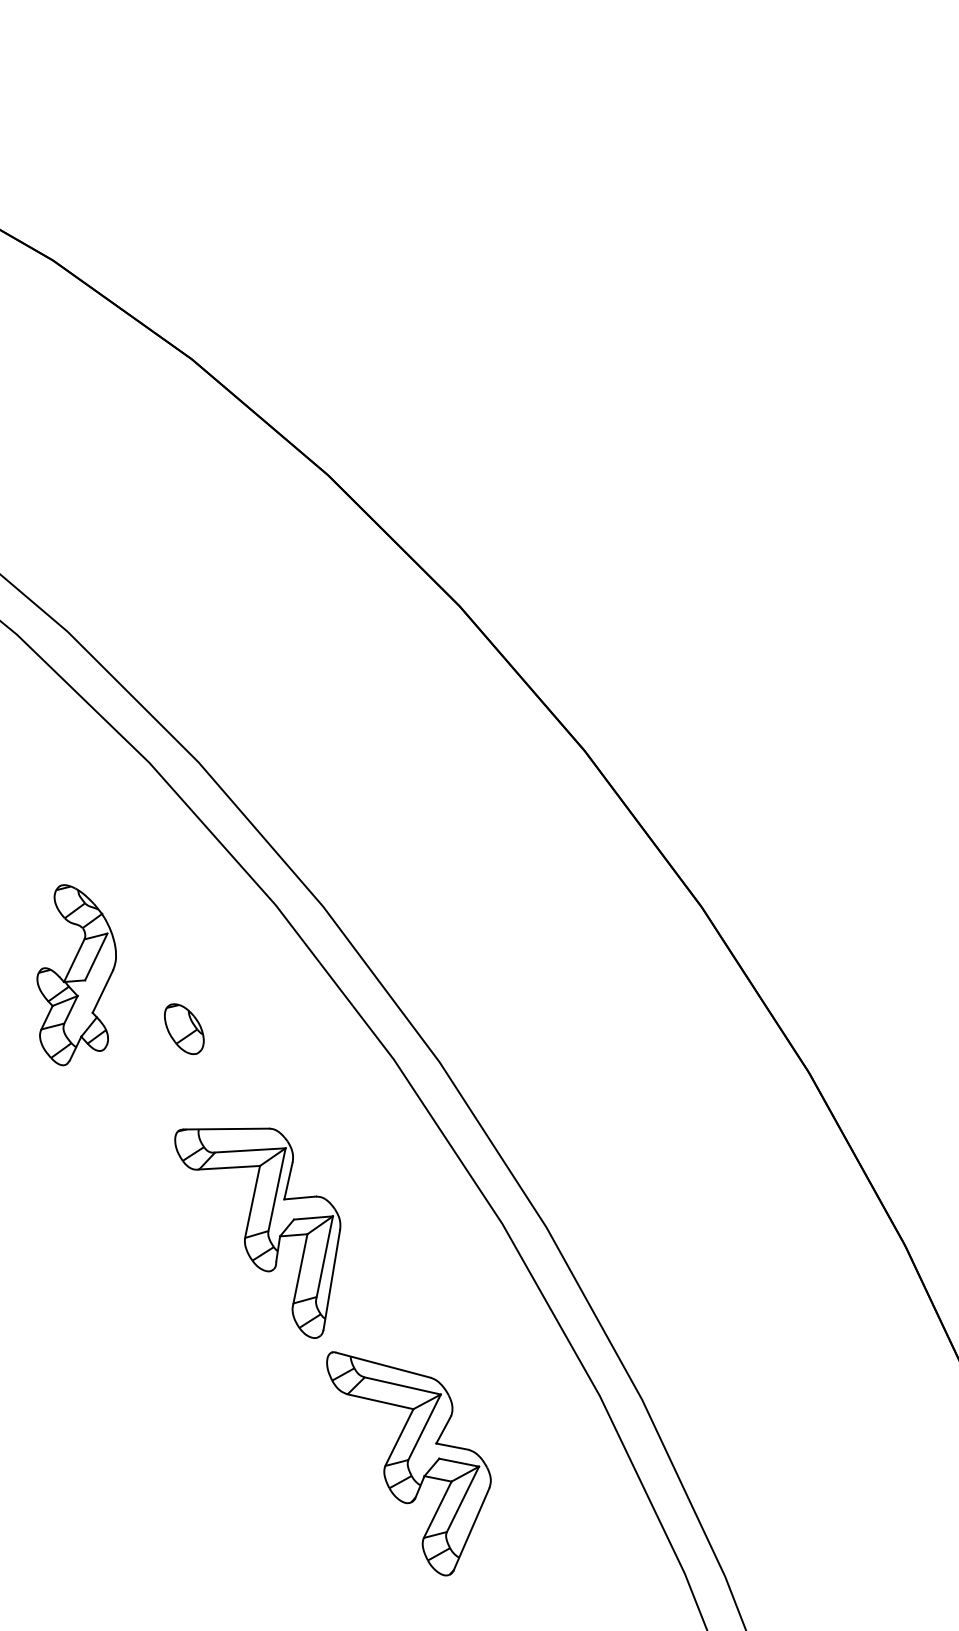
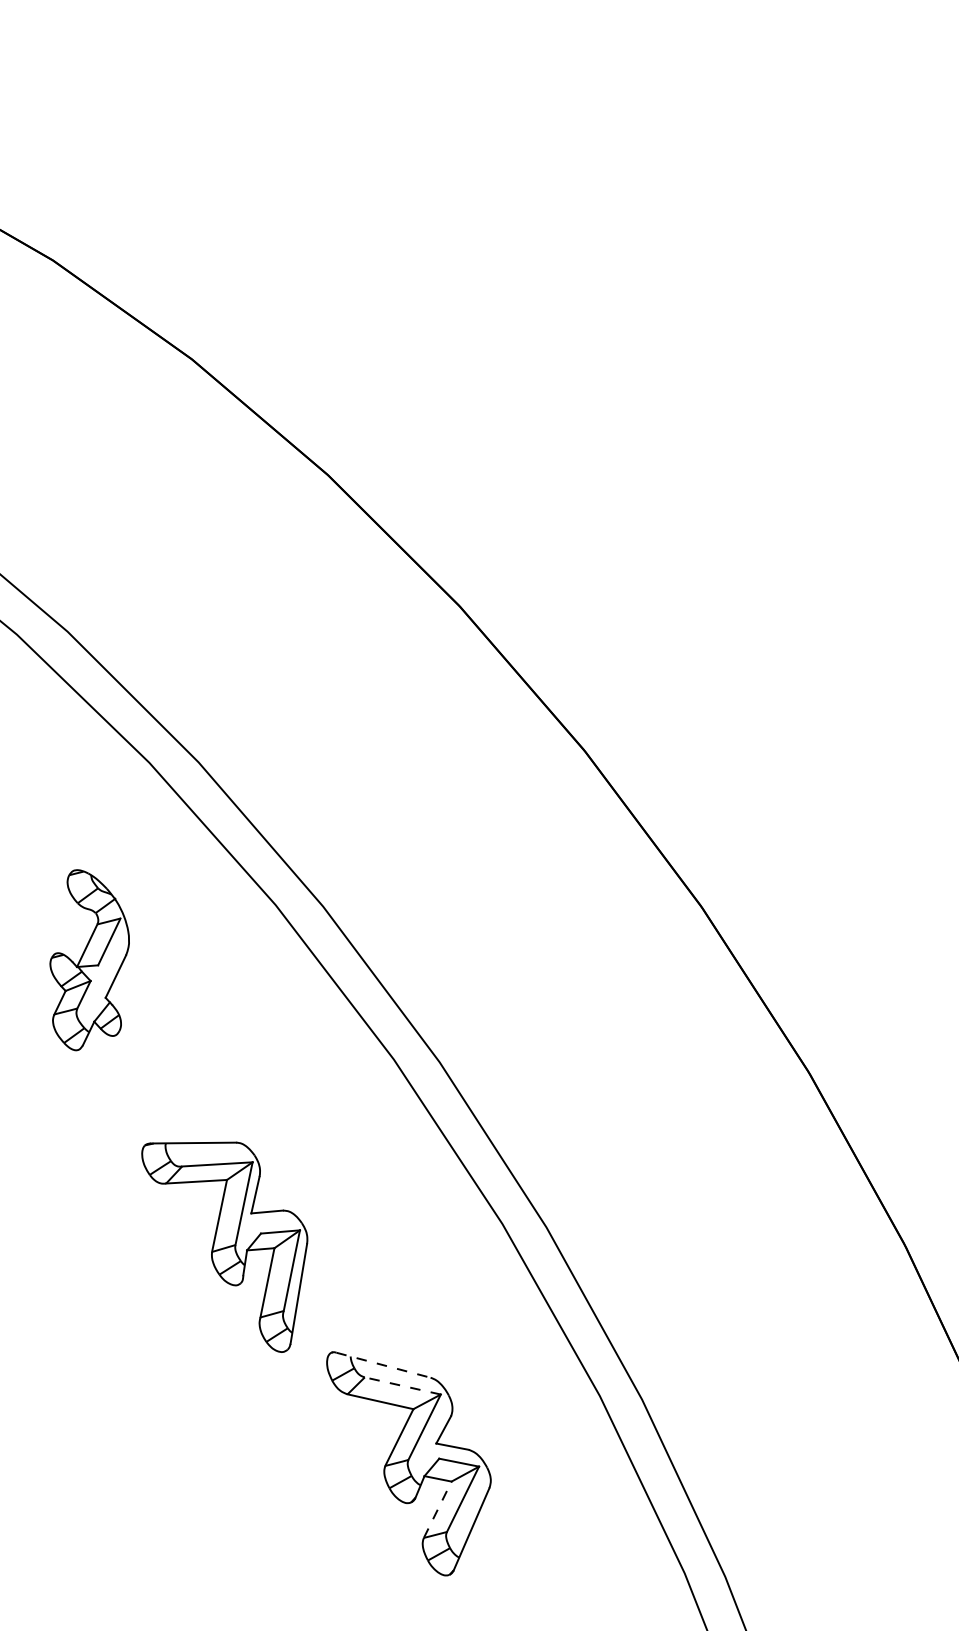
part at (76, 975) position: (76, 975) -> (89, 960)
part at (184, 1029): present -> none
part at (257, 1232) position: (257, 1232) -> (224, 1246)
line at (383, 1365): solid -> dashed
line at (402, 1385): solid -> dashed
line at (437, 1509): solid -> dashed
